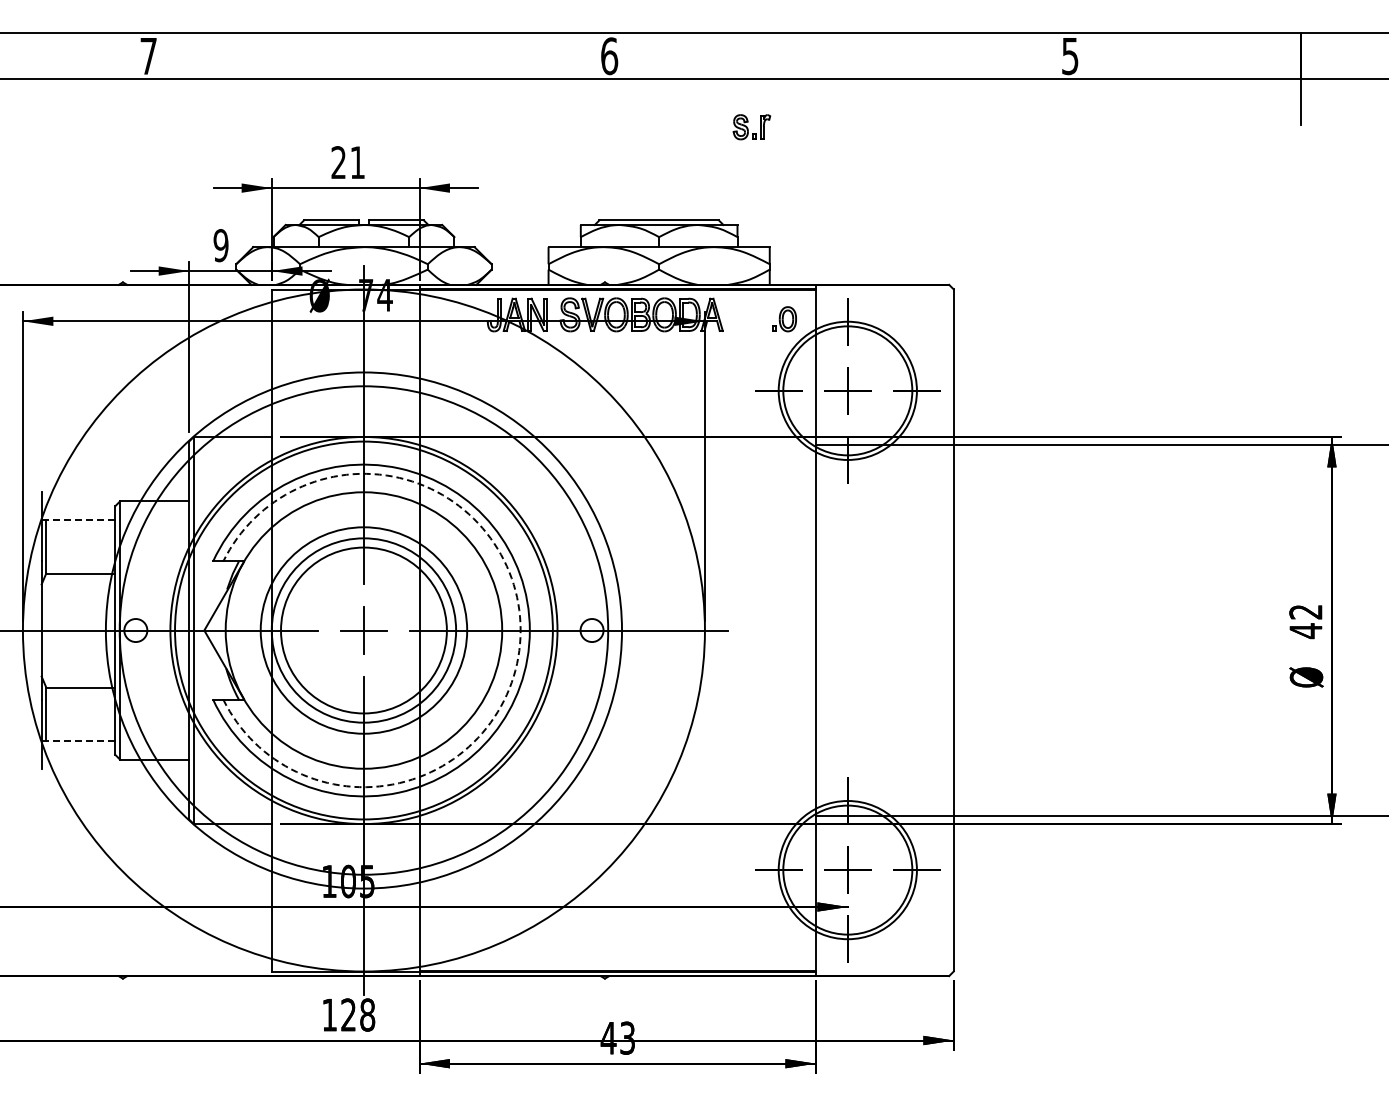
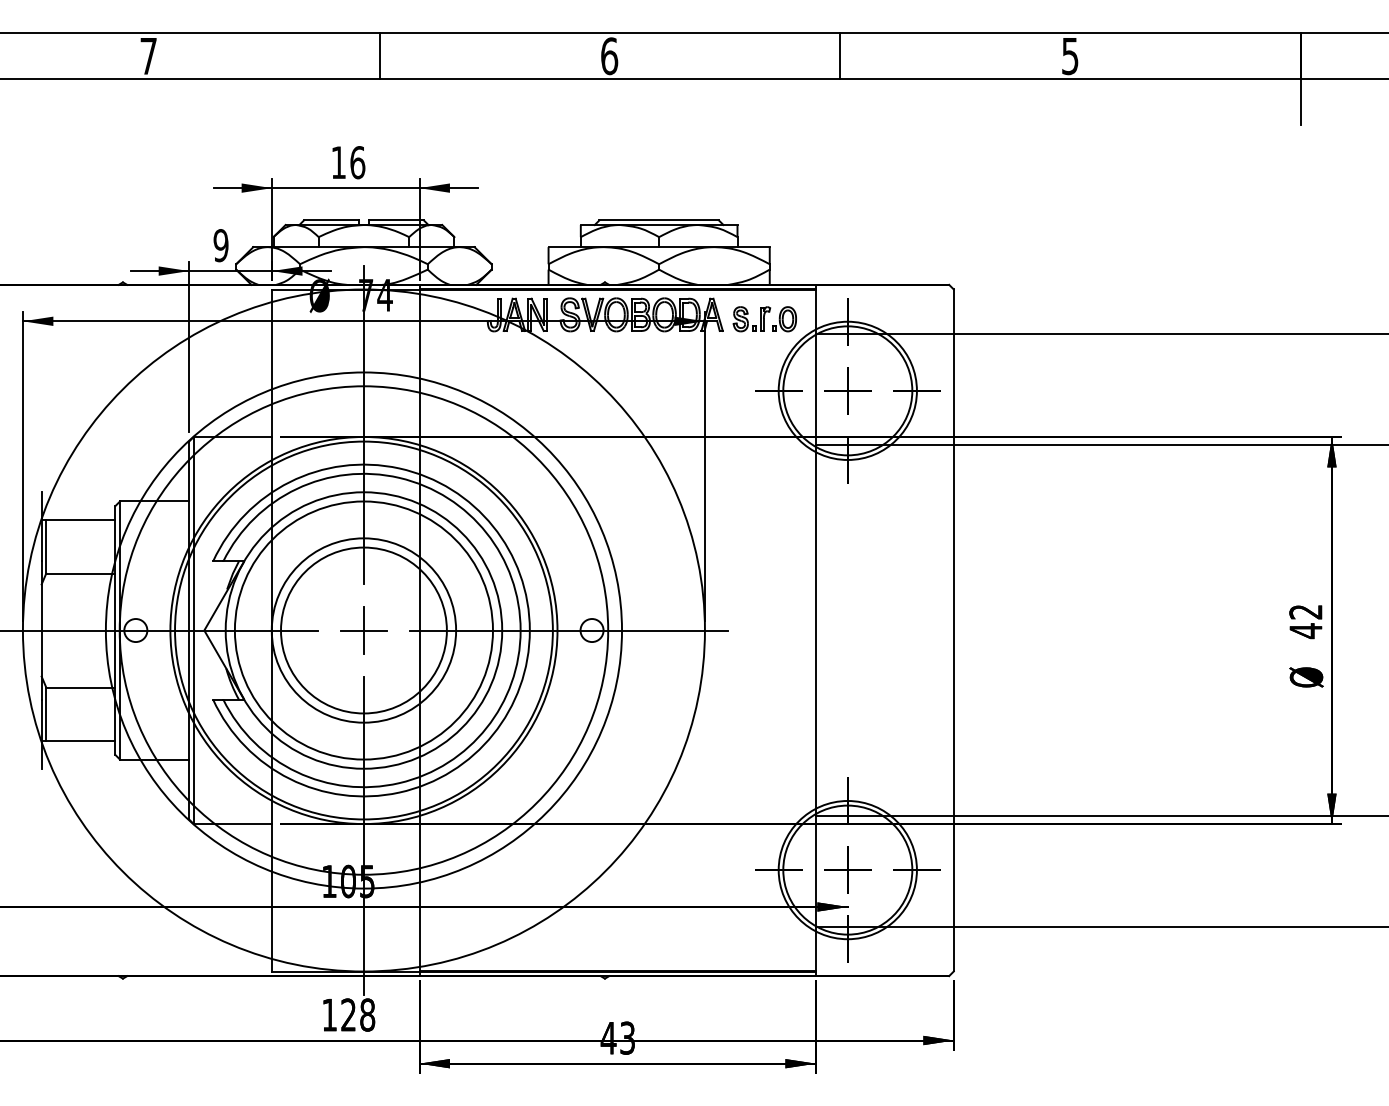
line at (379, 56): none -> present
line at (840, 56): none -> present
part at (751, 127) position: (751, 127) -> (751, 319)
text at (348, 162): 21 -> 16
line at (1100, 334): none -> present
line at (80, 519): dashed -> solid
circle at (363, 630) diameter: 206 px -> 258 px
arc at (520, 630): dashed -> solid
line at (80, 741): dashed -> solid
line at (1100, 926): none -> present
